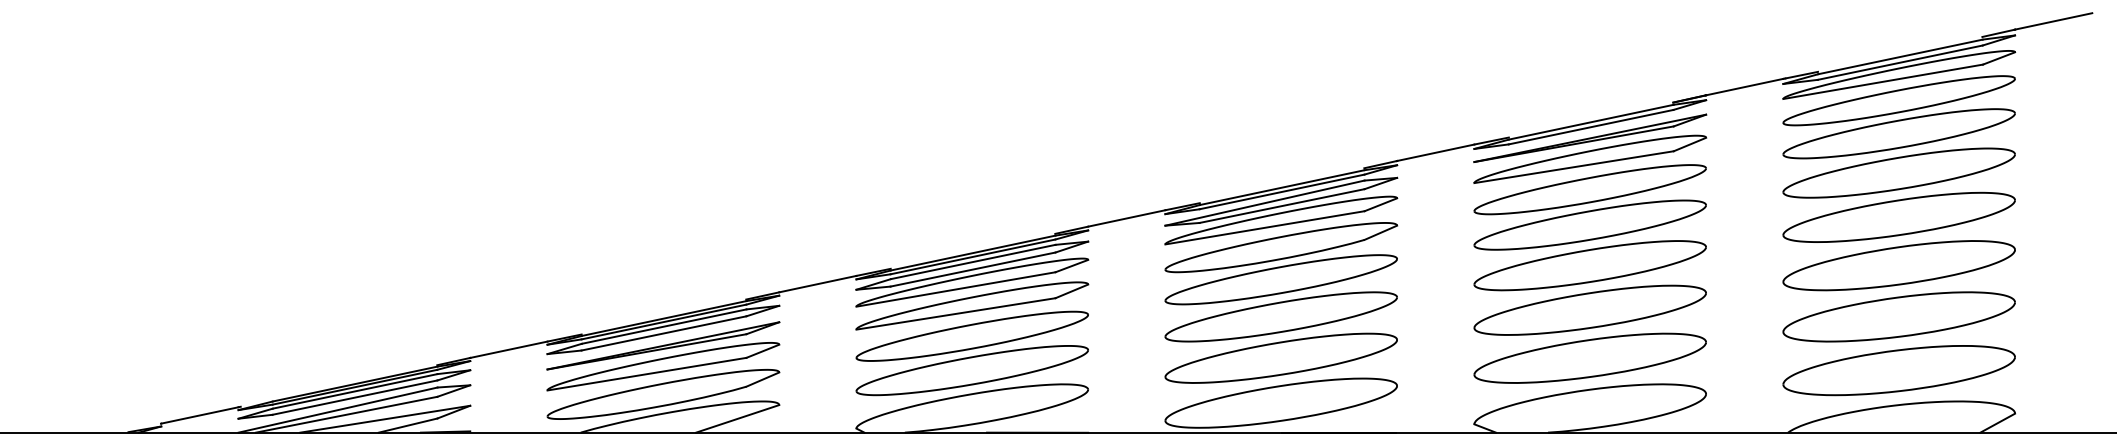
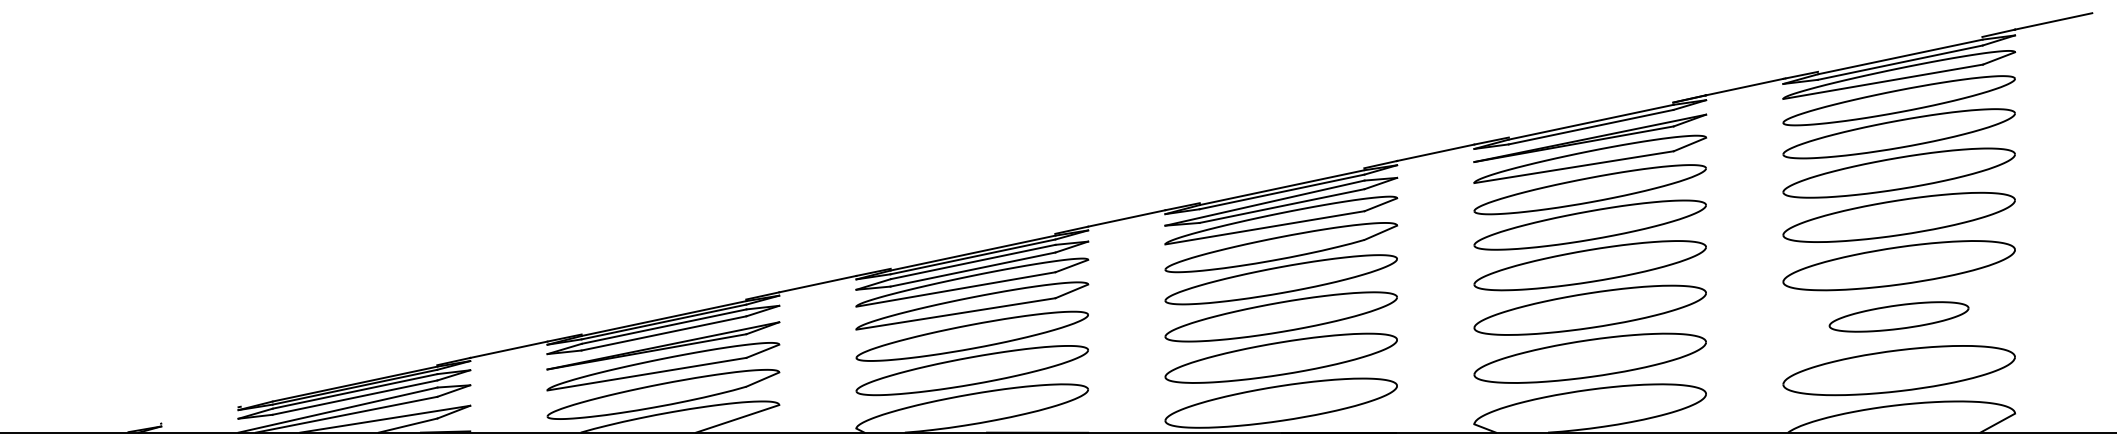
part at (1898, 316) size: 234x52 px -> 142x32 px
line at (199, 415): present -> none
